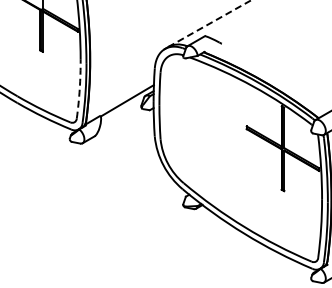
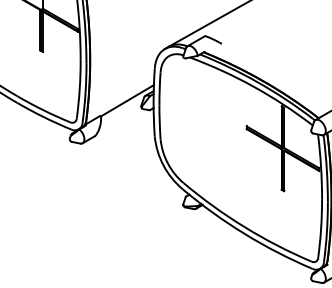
line at (209, 23): dashed -> solid
arc at (79, 89): dashed -> solid
